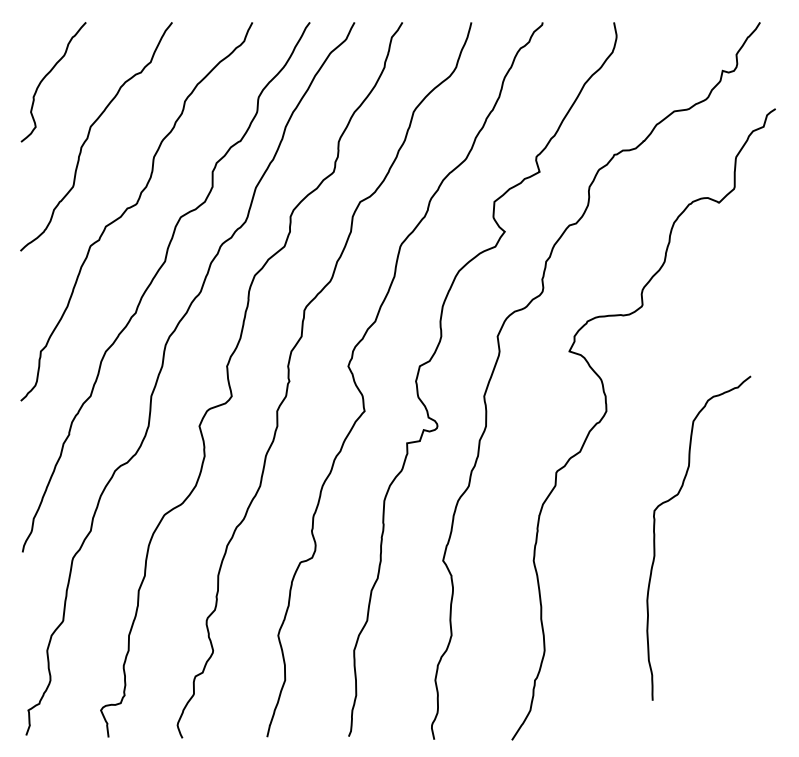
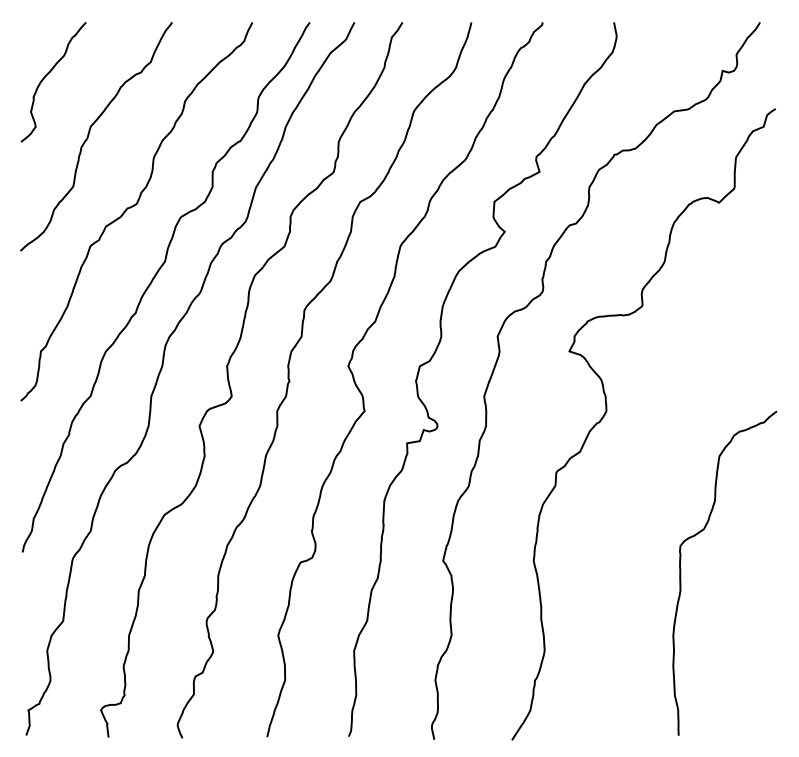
curve at (655, 537) position: (655, 537) -> (681, 572)
